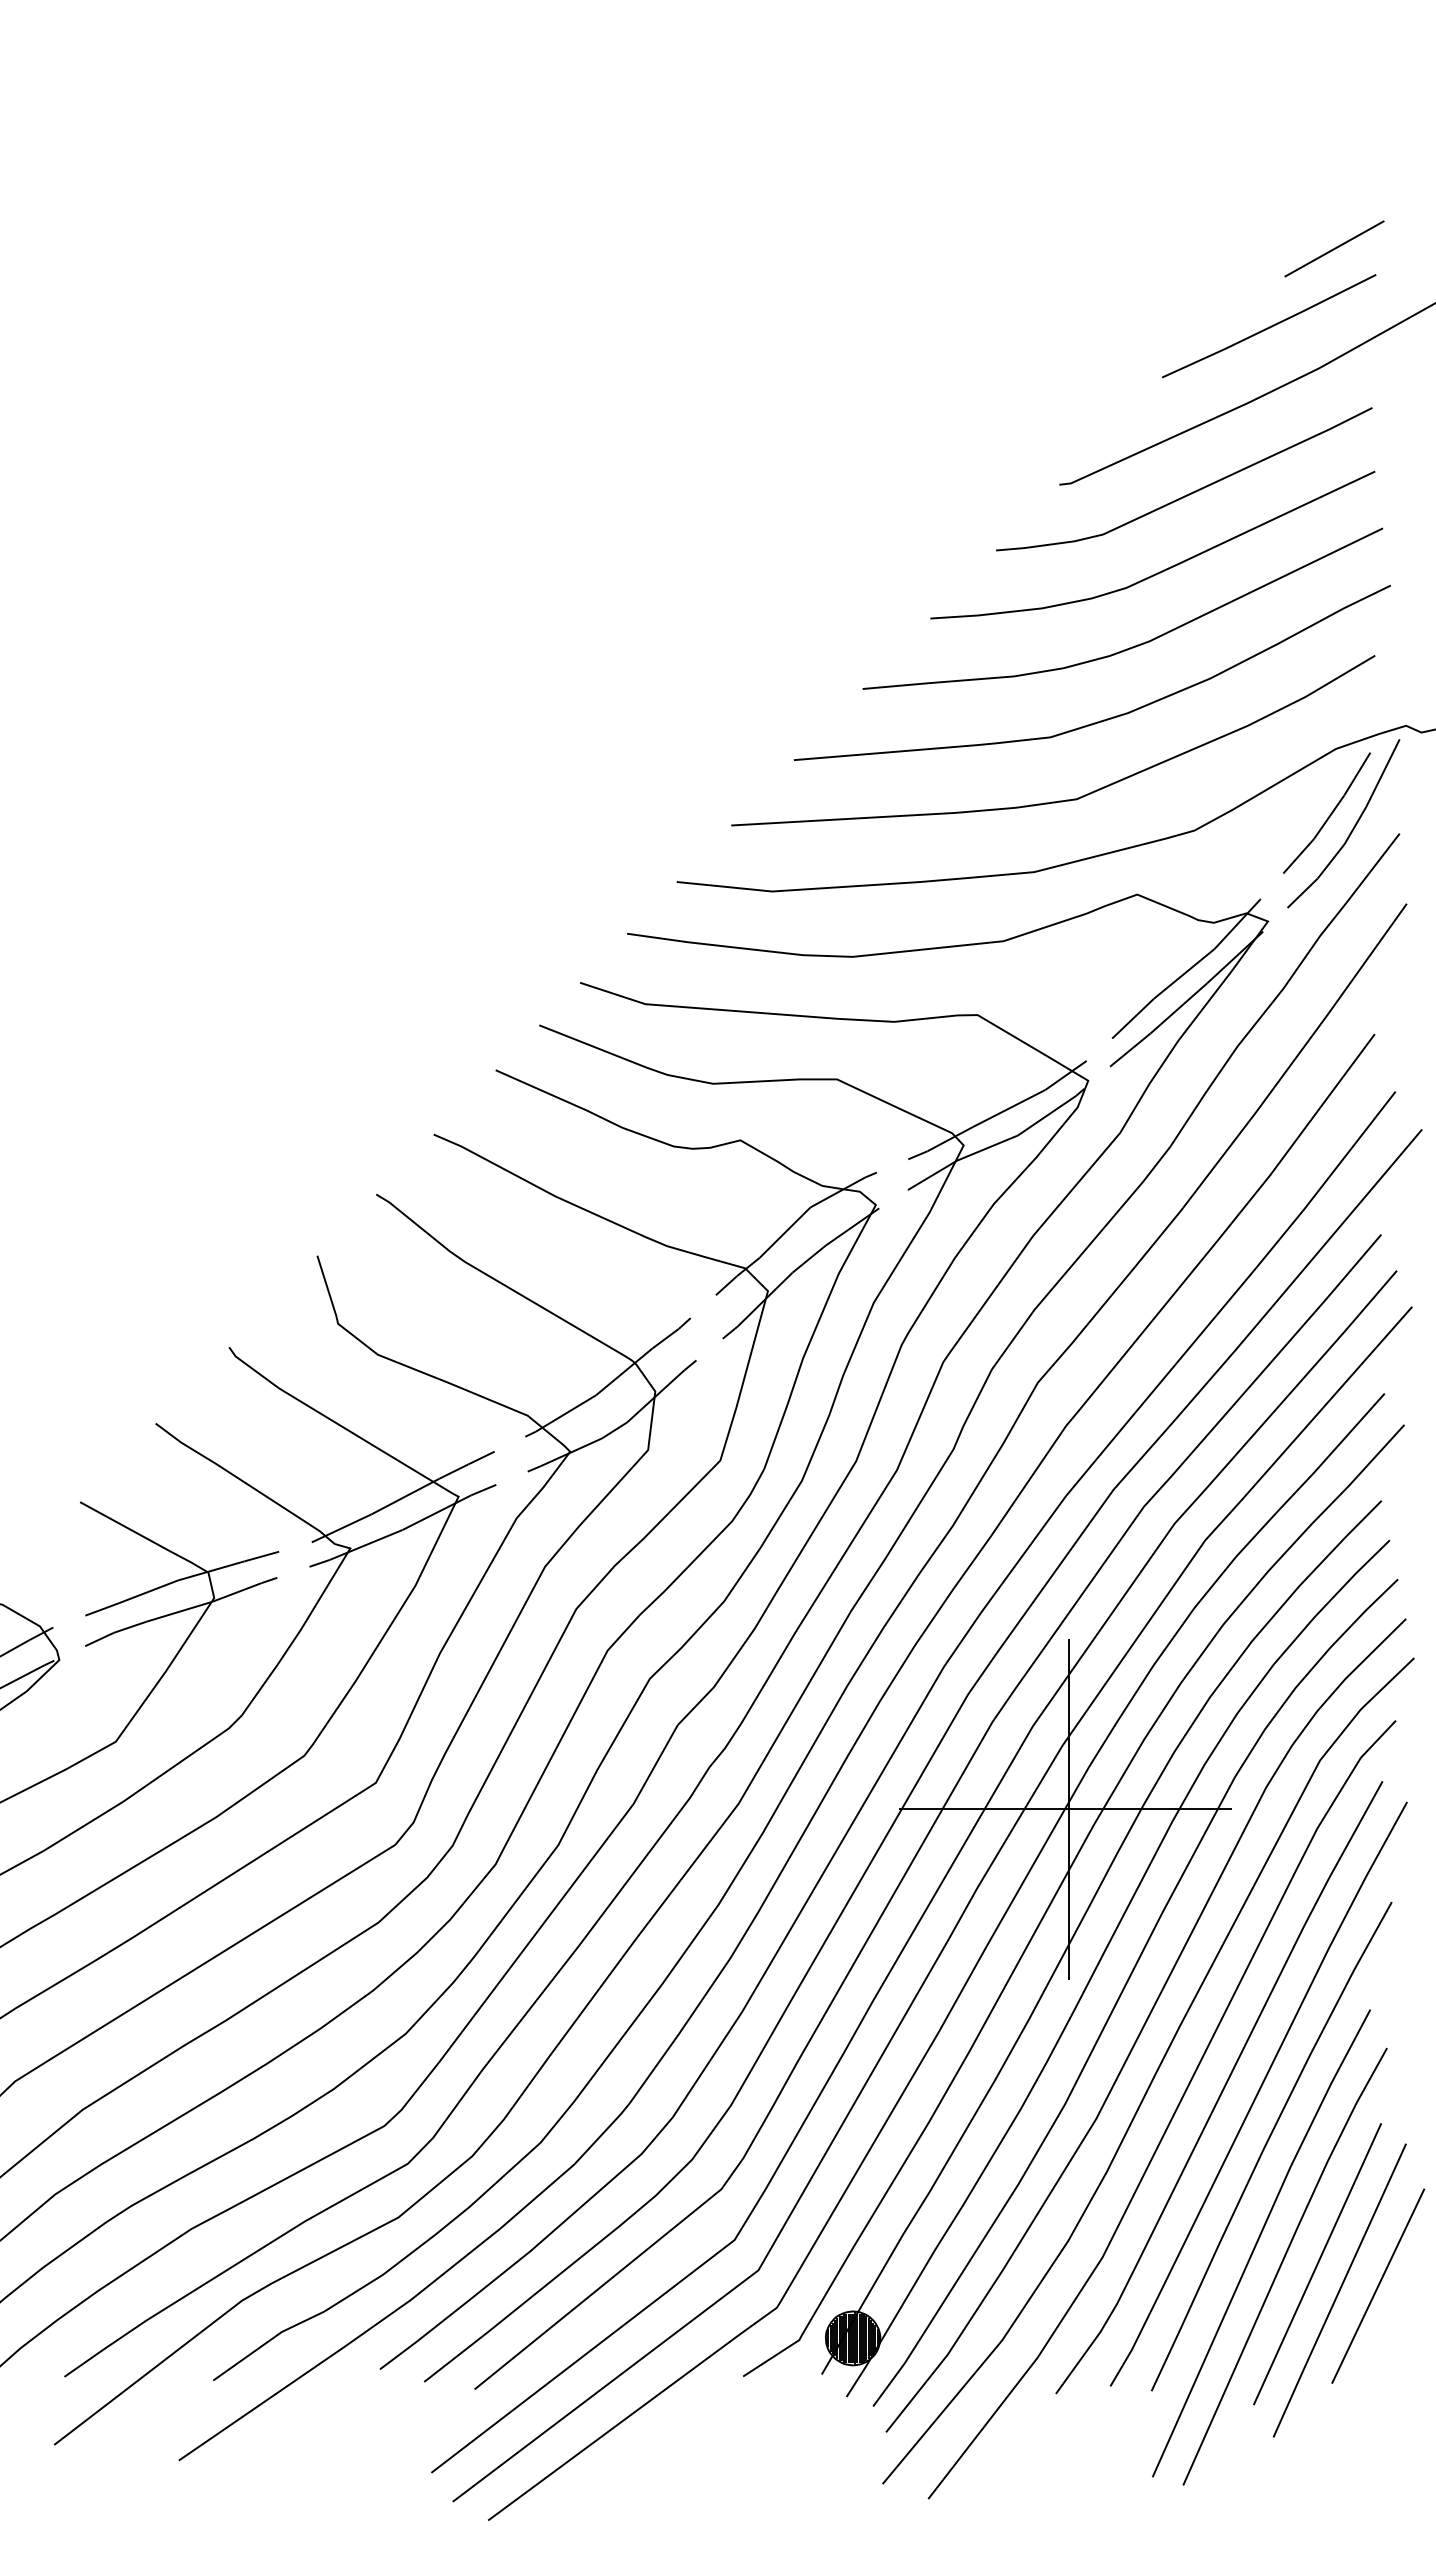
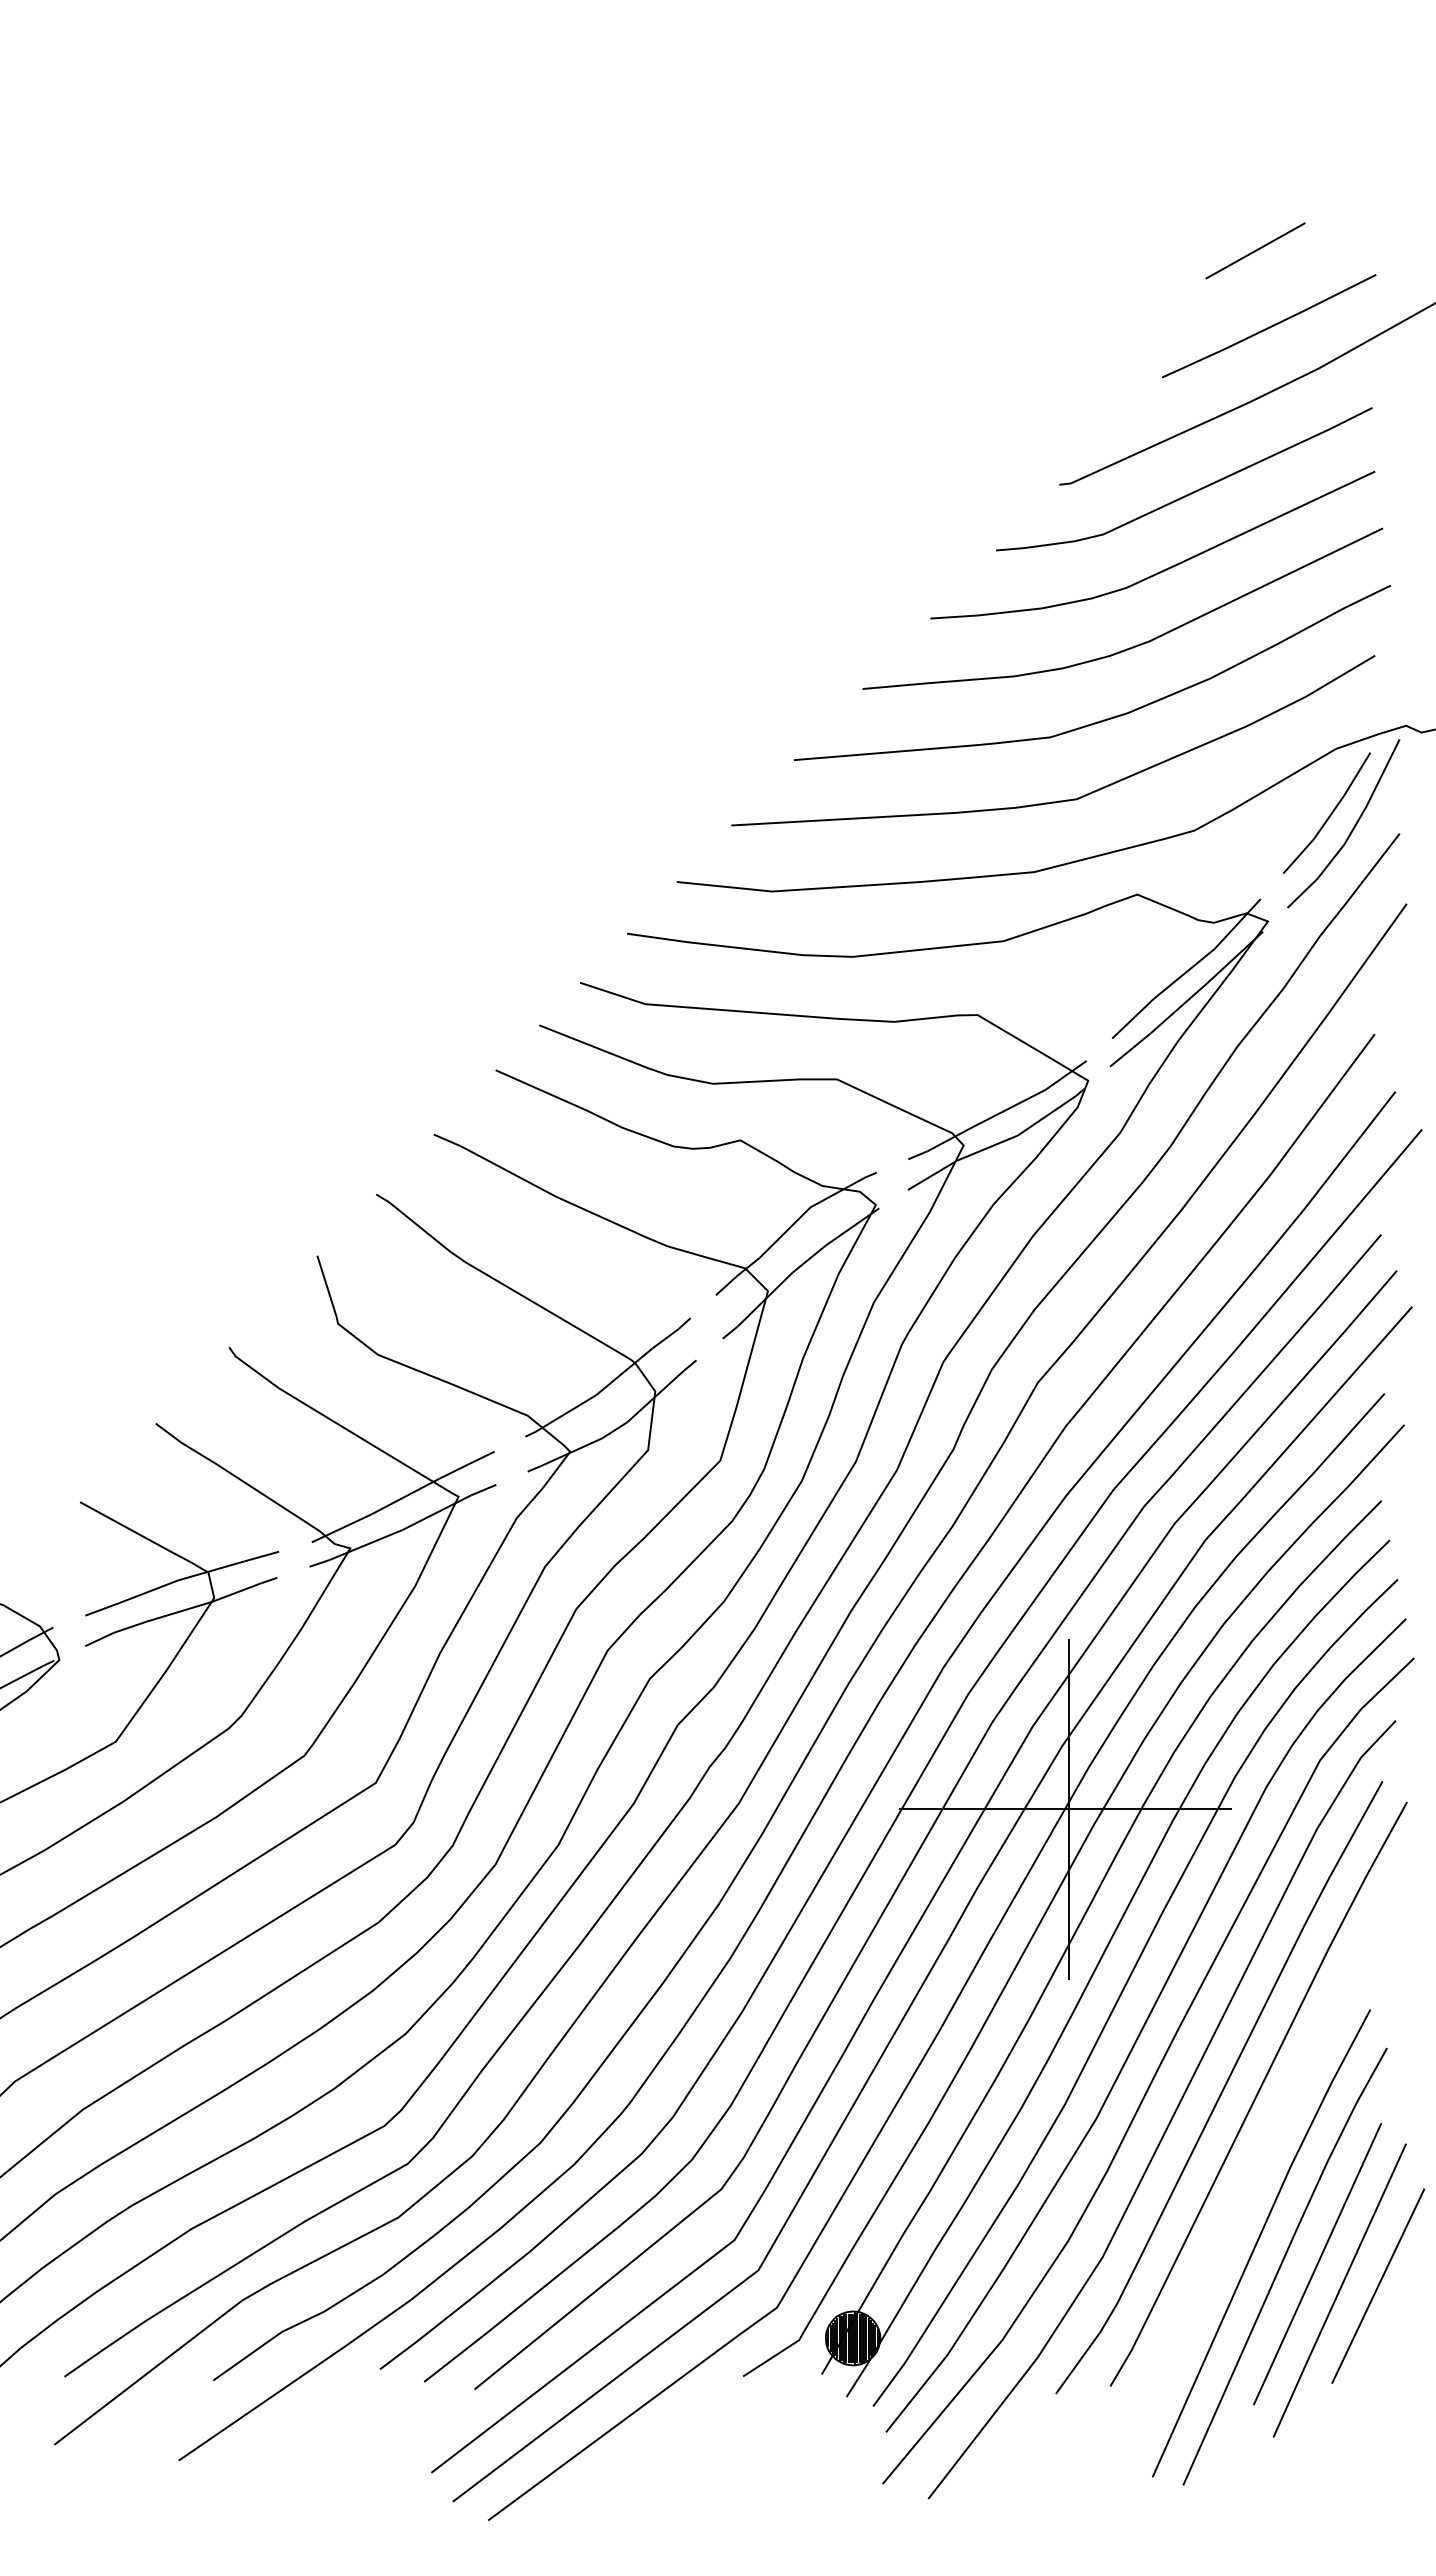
line at (1334, 248) position: (1334, 248) -> (1255, 250)
curve at (1267, 2144): present -> none
